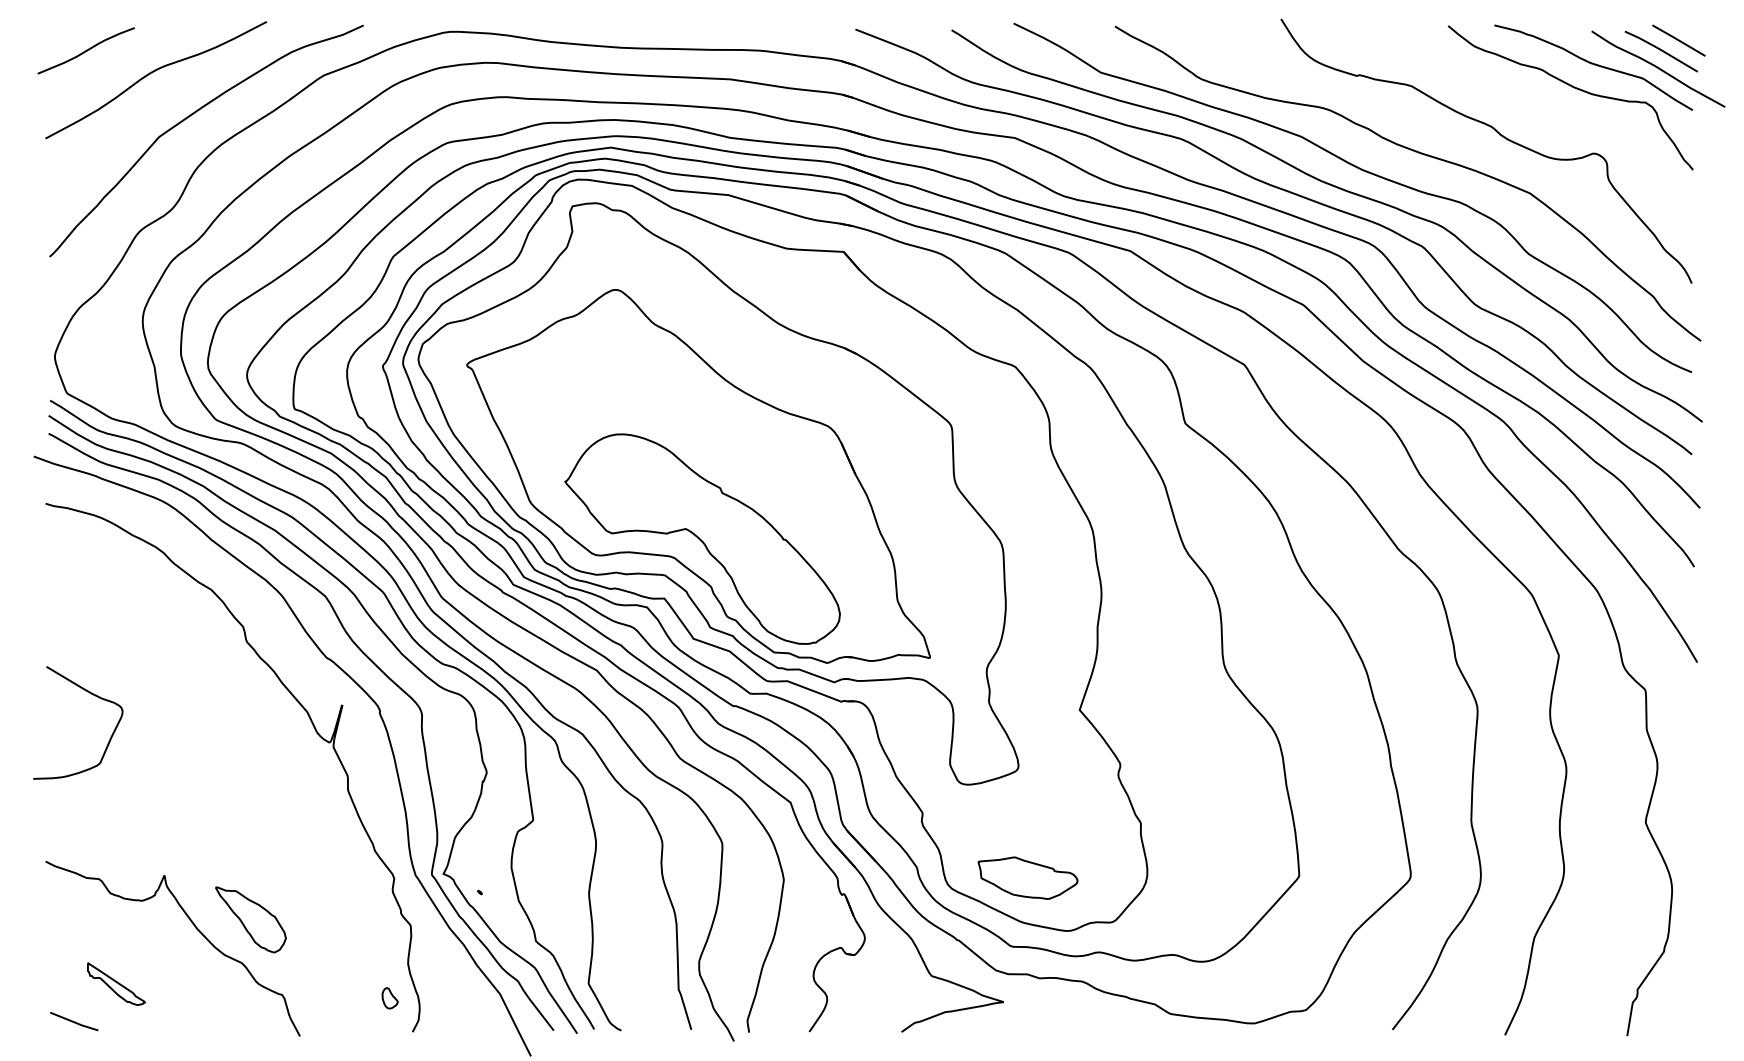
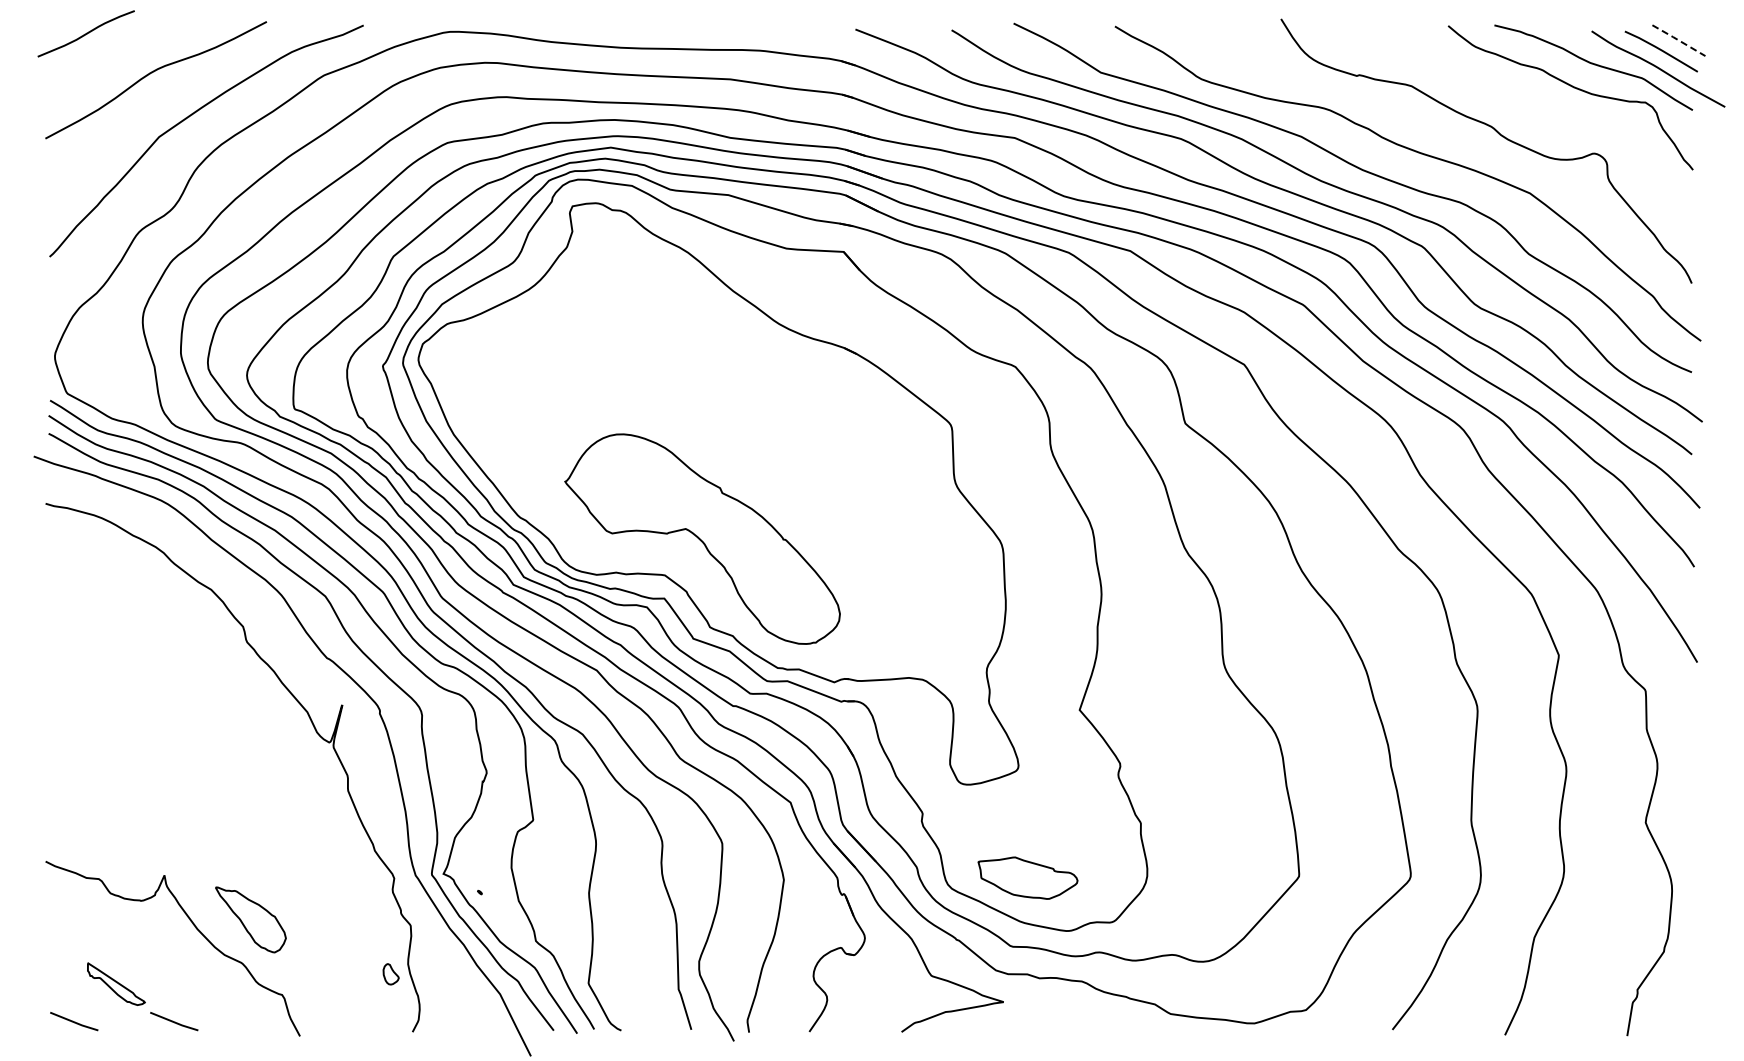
line at (1679, 40): solid -> dashed
curve at (85, 50) position: (85, 50) -> (85, 33)
part at (698, 476): present -> none
curve at (91, 694): present -> none
part at (389, 998) position: (389, 998) -> (390, 974)
line at (174, 1021): none -> present
